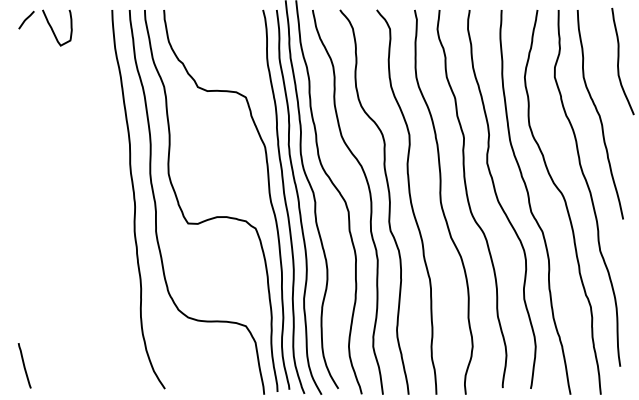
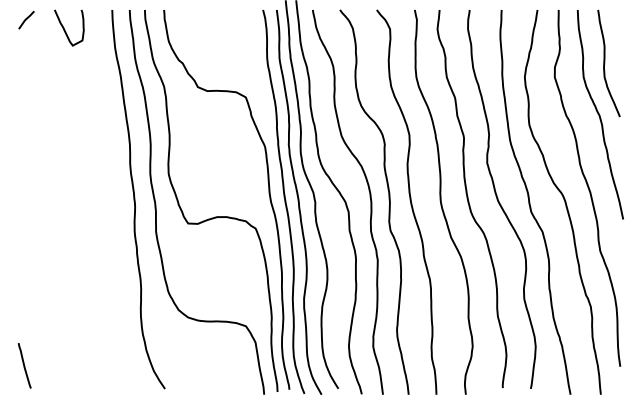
curve at (53, 29) position: (53, 29) -> (65, 29)
curve at (619, 61) position: (619, 61) -> (605, 63)
